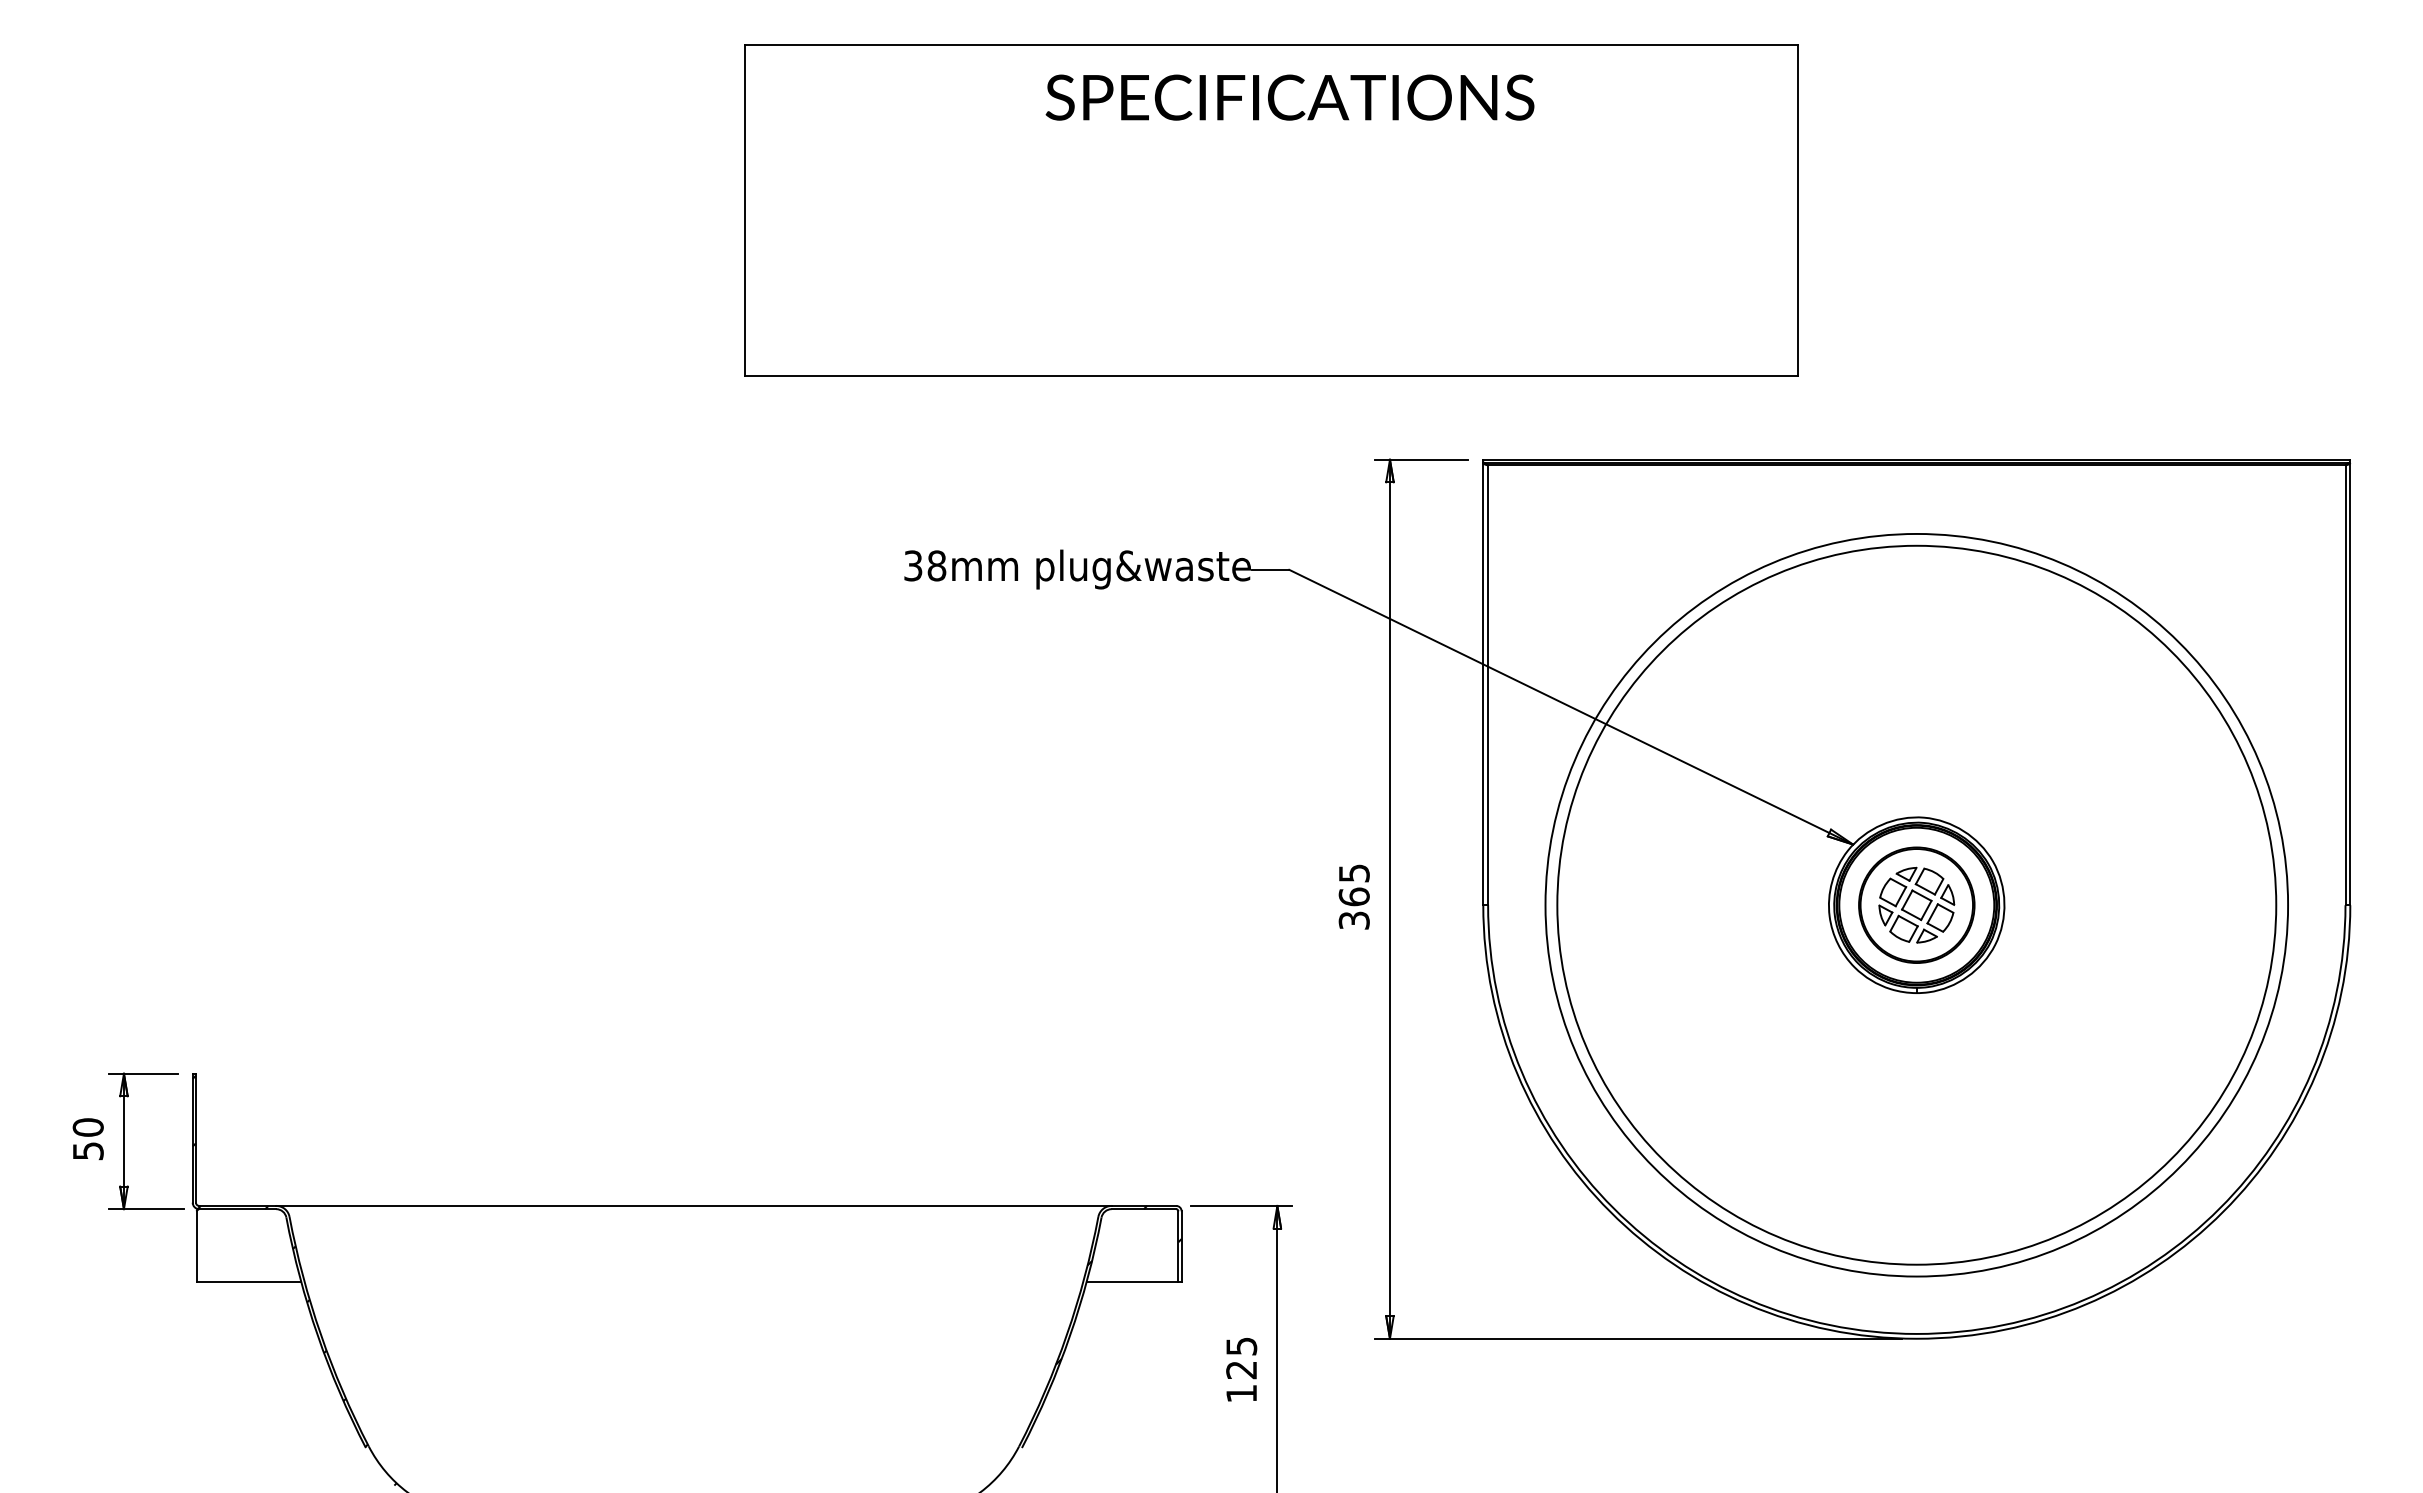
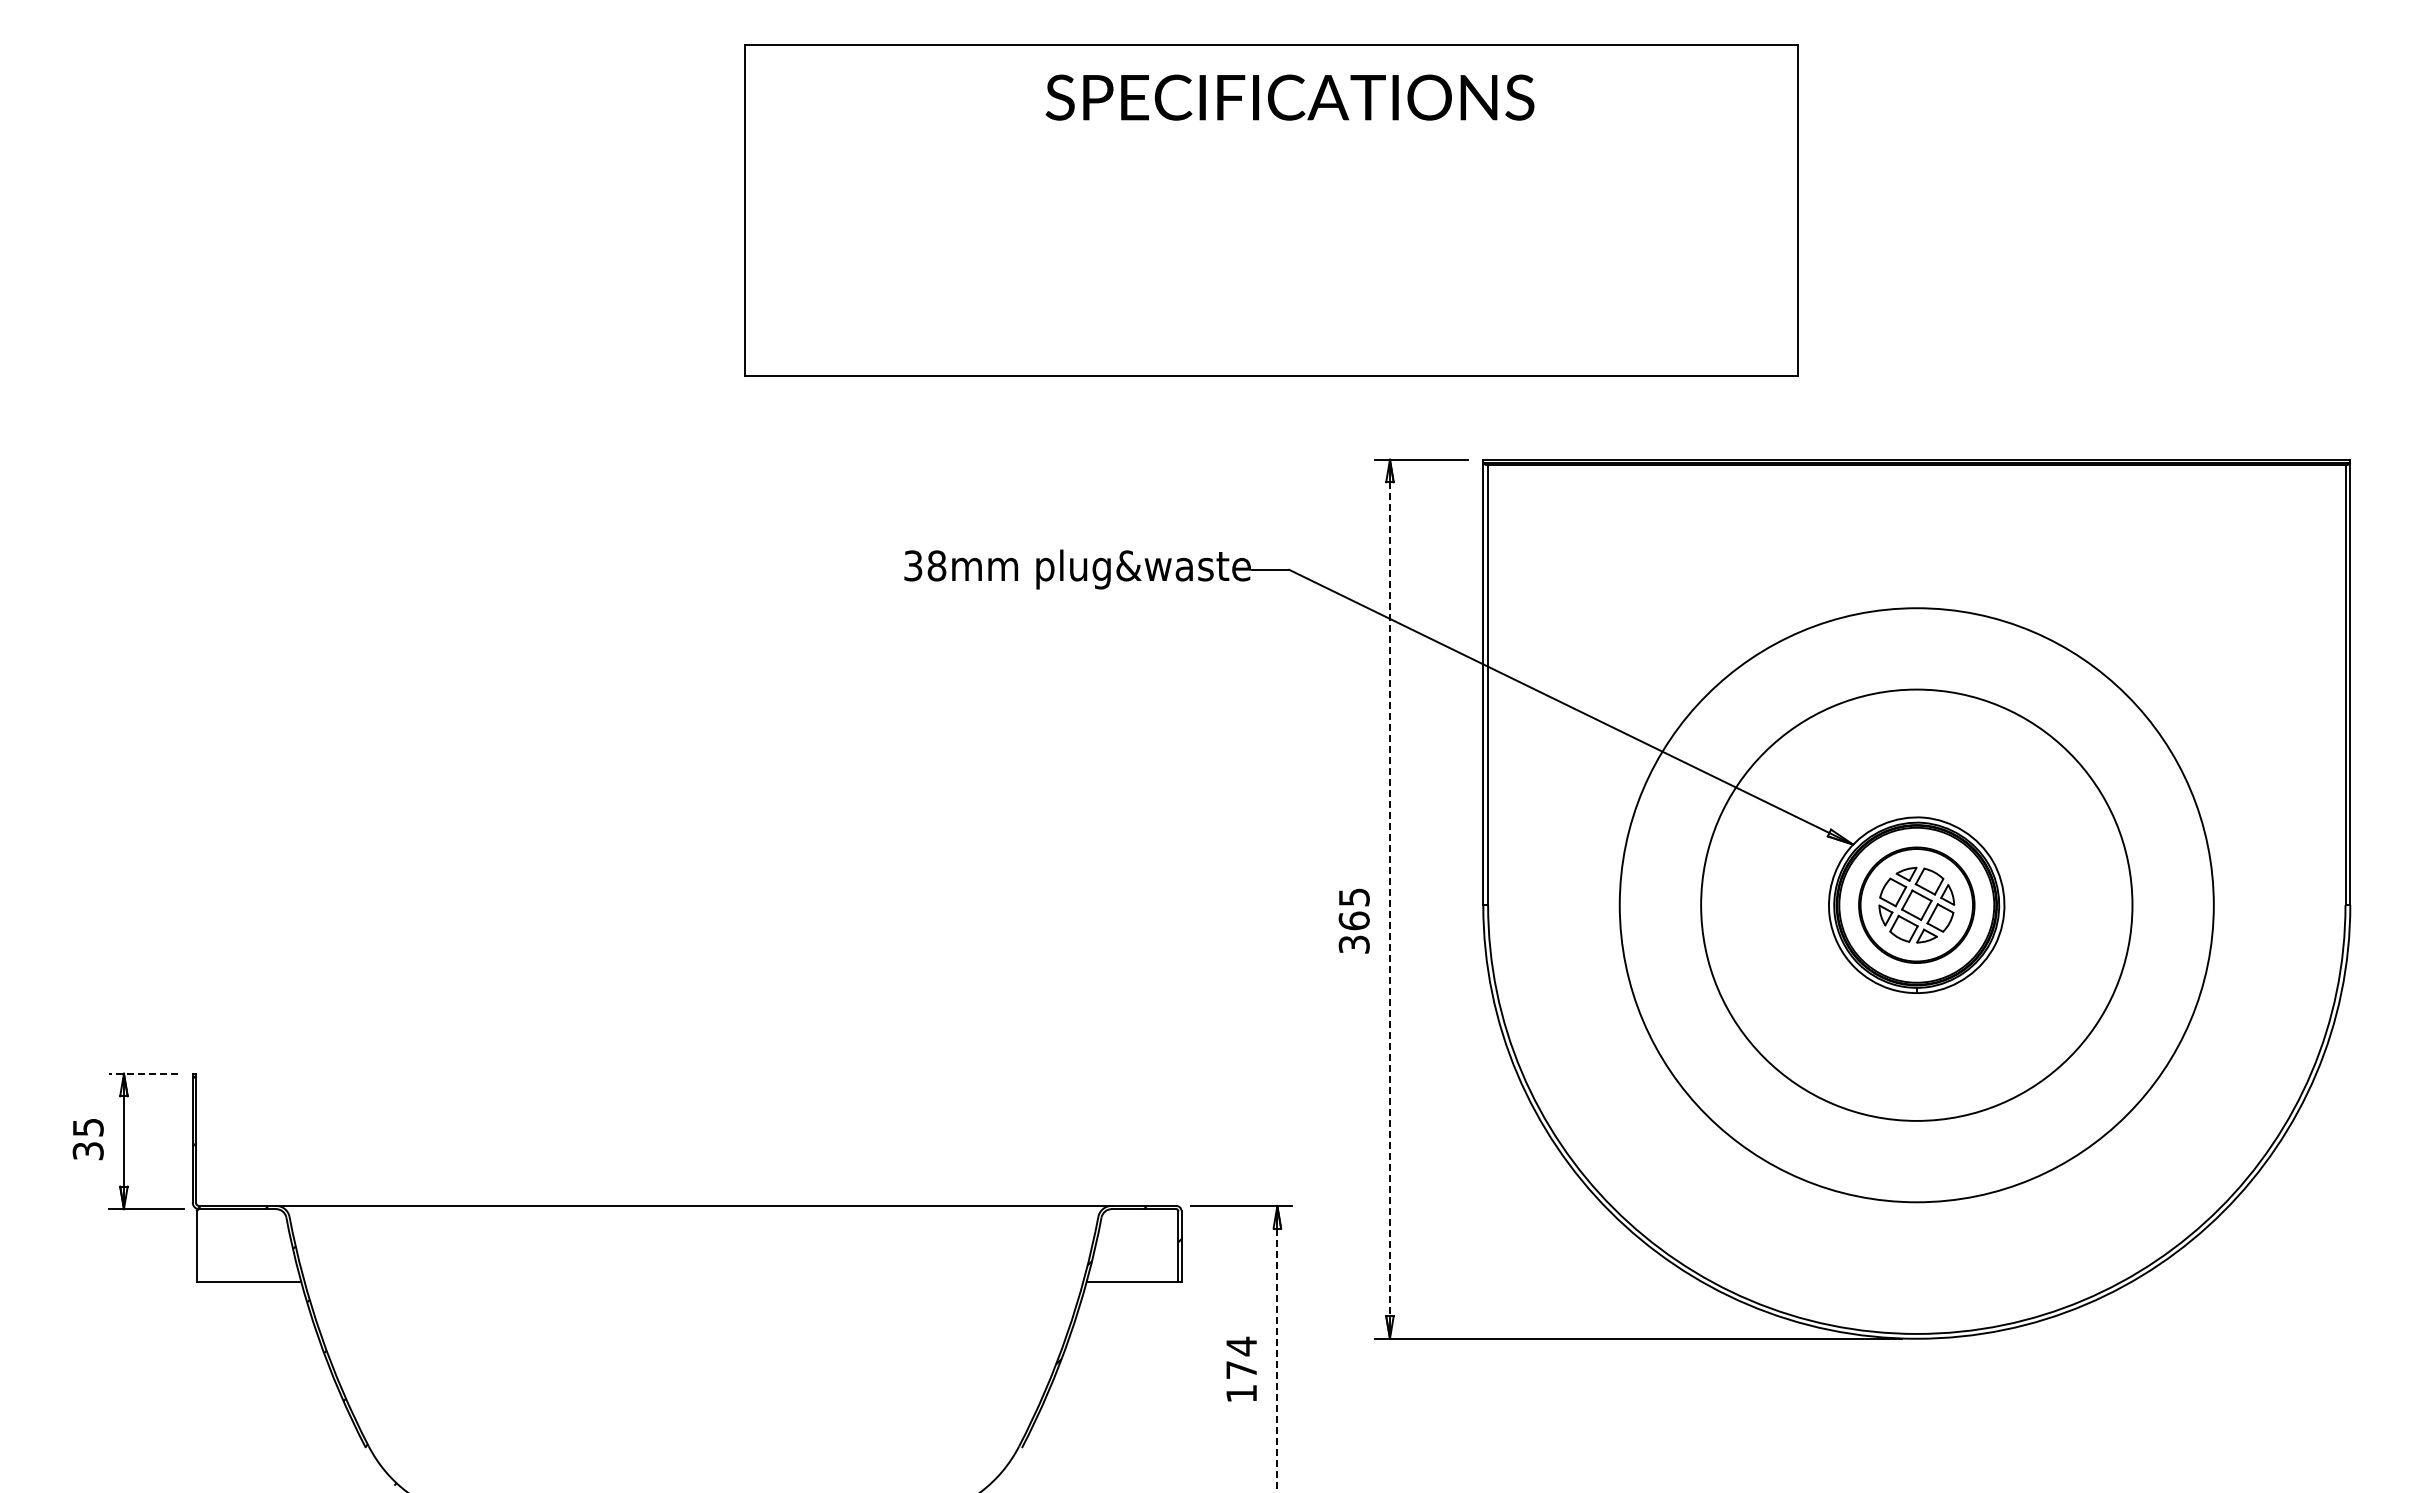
text at (1353, 896) position: (1353, 896) -> (1353, 920)
line at (1389, 899): solid -> dashed
circle at (1916, 904) diameter: 719 px -> 431 px
circle at (1916, 904) diameter: 743 px -> 594 px
line at (142, 1073): solid -> dashed
text at (87, 1138): 50 -> 35
text at (1241, 1357): 125 -> 174
line at (1277, 1360): solid -> dashed
